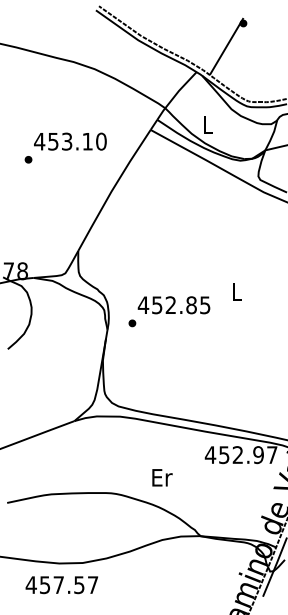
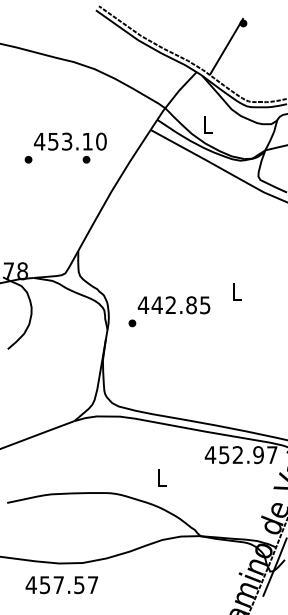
part at (86, 159): none -> present
text at (156, 305): 452.85 -> 442.85
text at (162, 477): Er -> L
